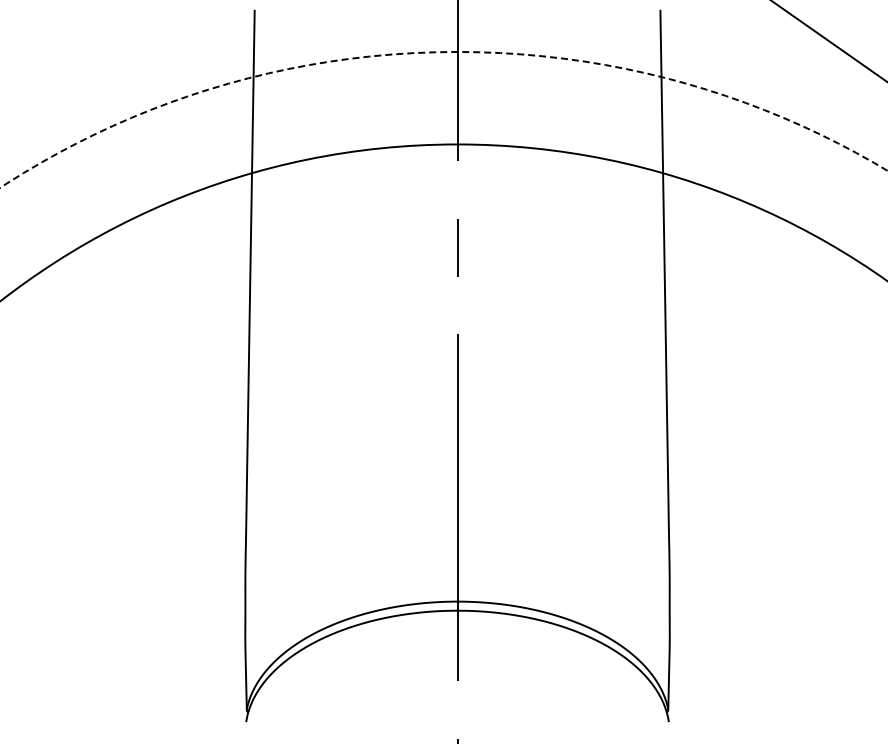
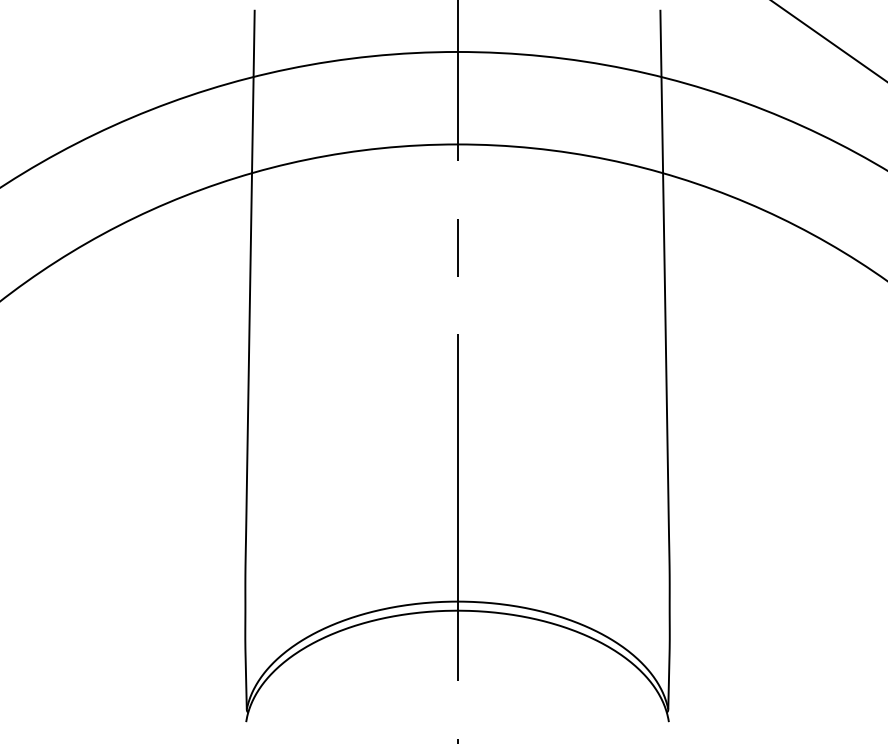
circle at (443, 119): dashed -> solid
